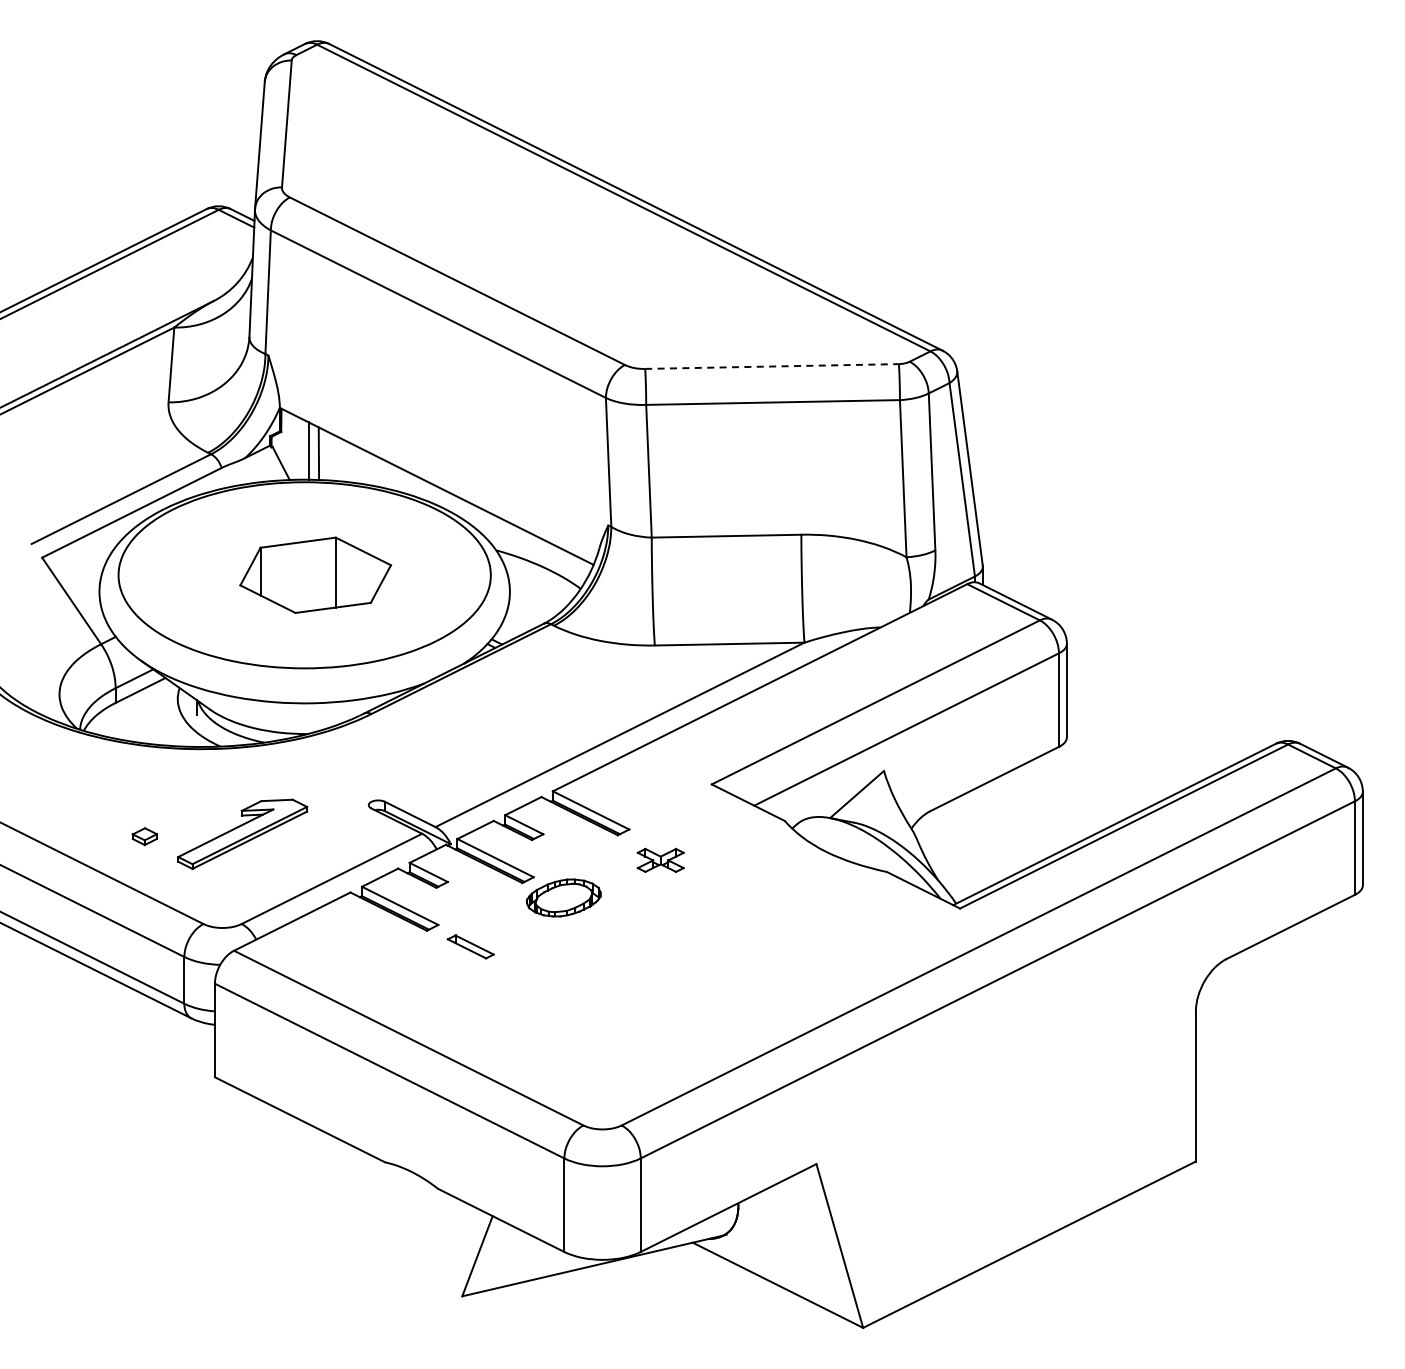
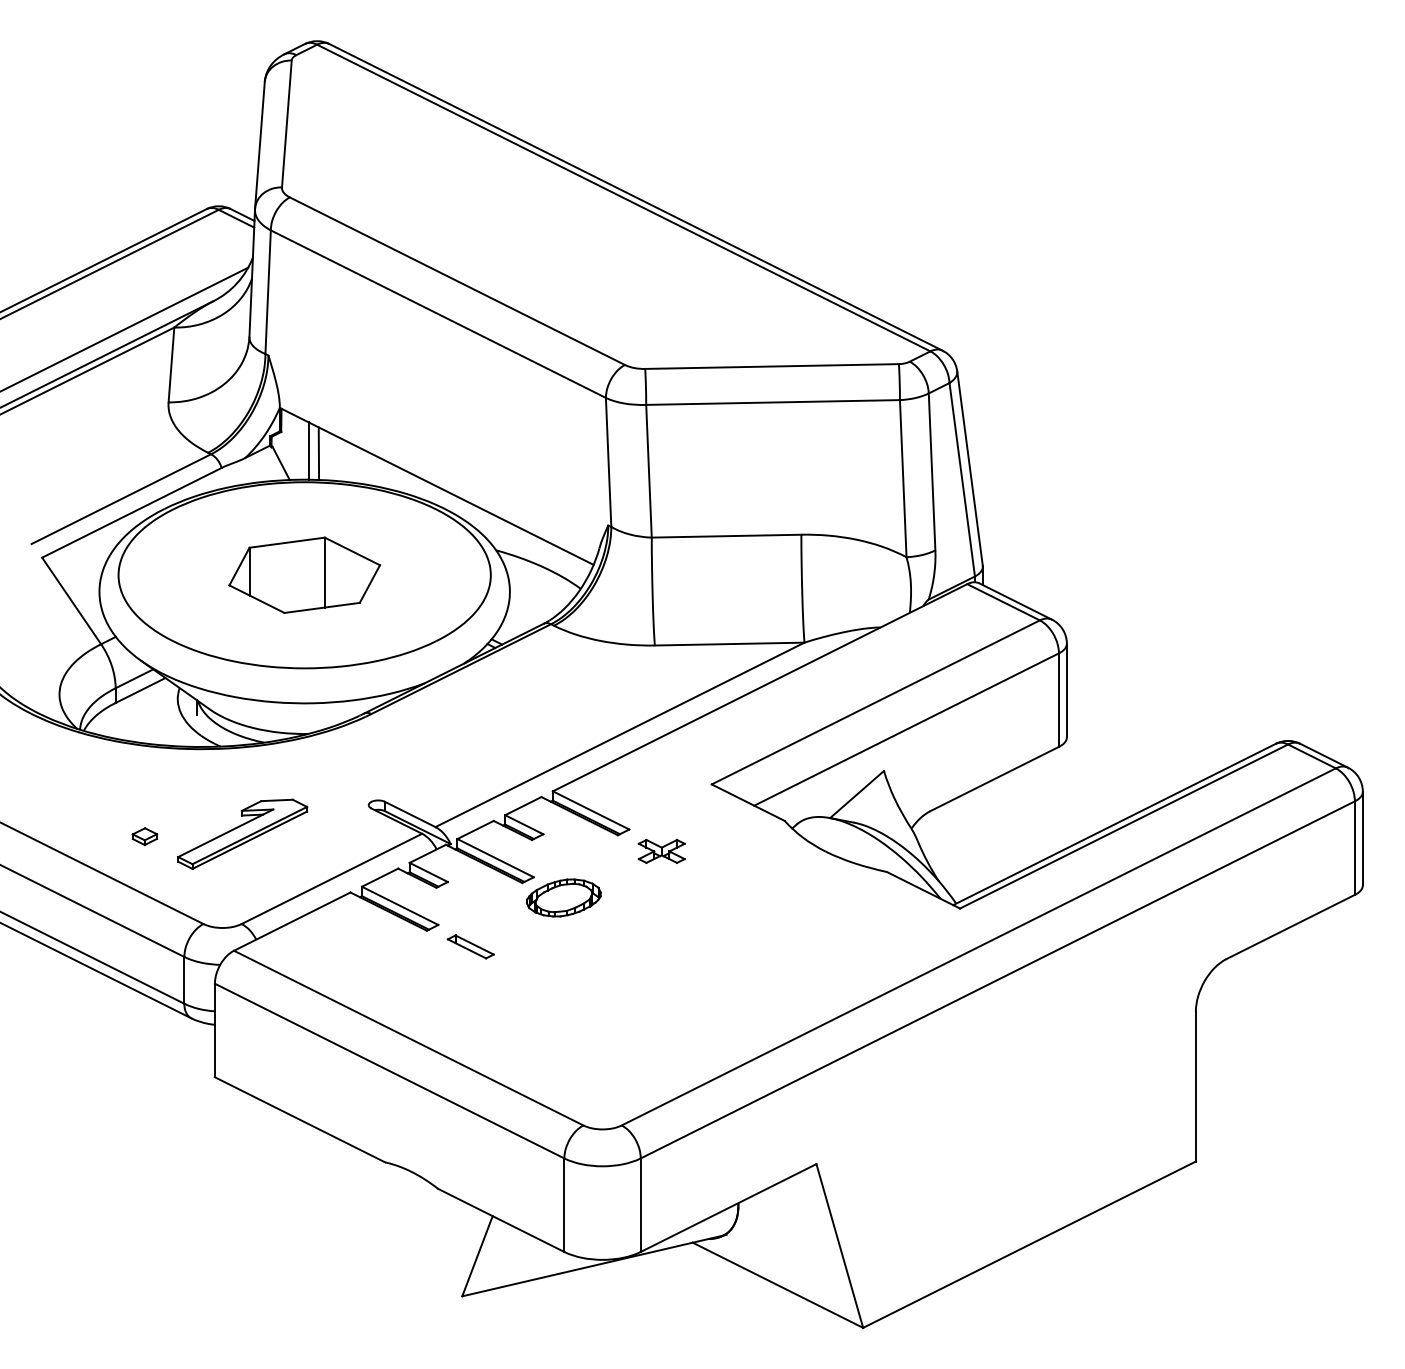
line at (125, 328): none -> present
line at (772, 366): dashed -> solid
part at (315, 574) position: (315, 574) -> (304, 574)
part at (660, 859) position: (660, 859) -> (661, 850)
